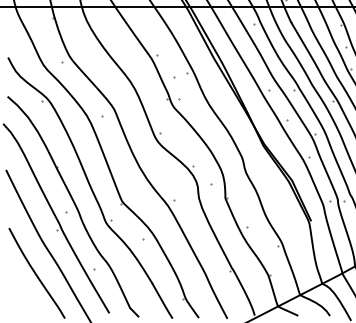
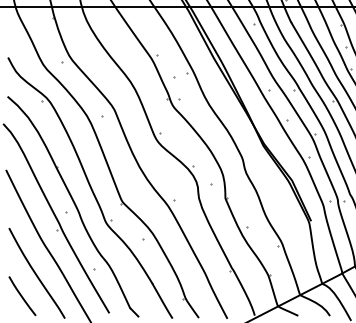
line at (22, 296): none -> present
